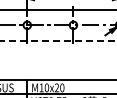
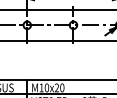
line at (58, 40): dashed -> solid
